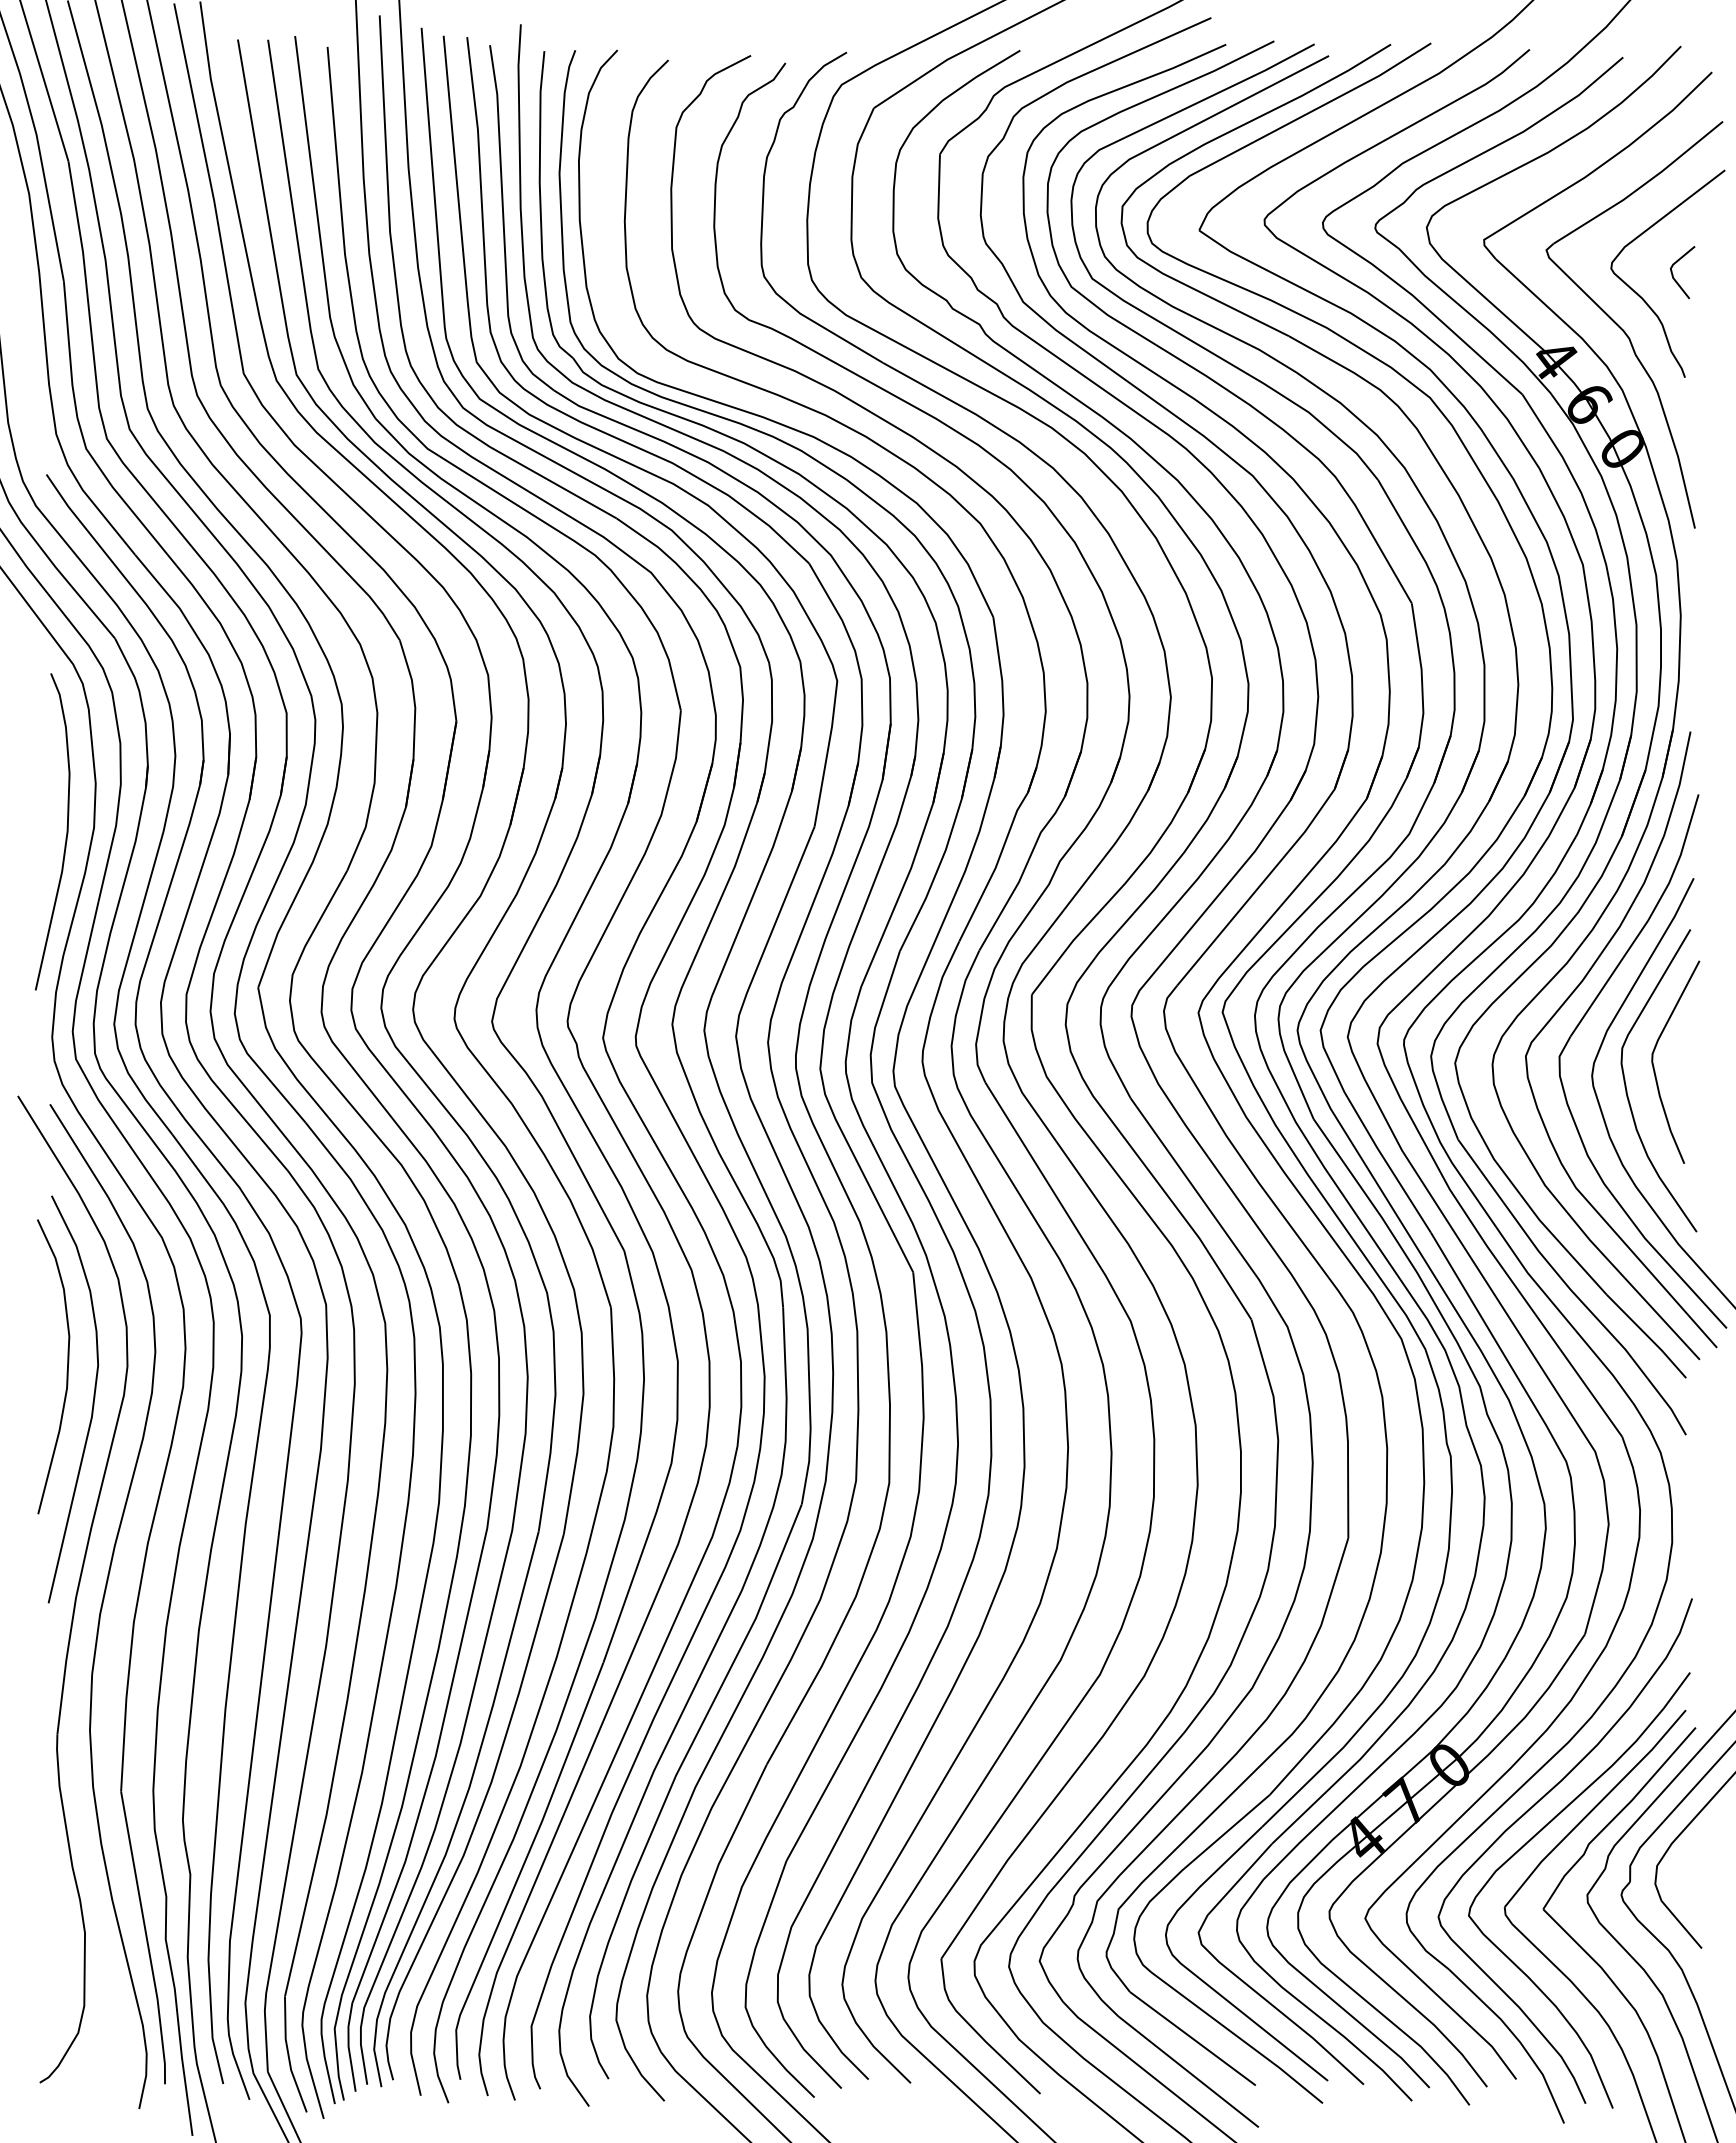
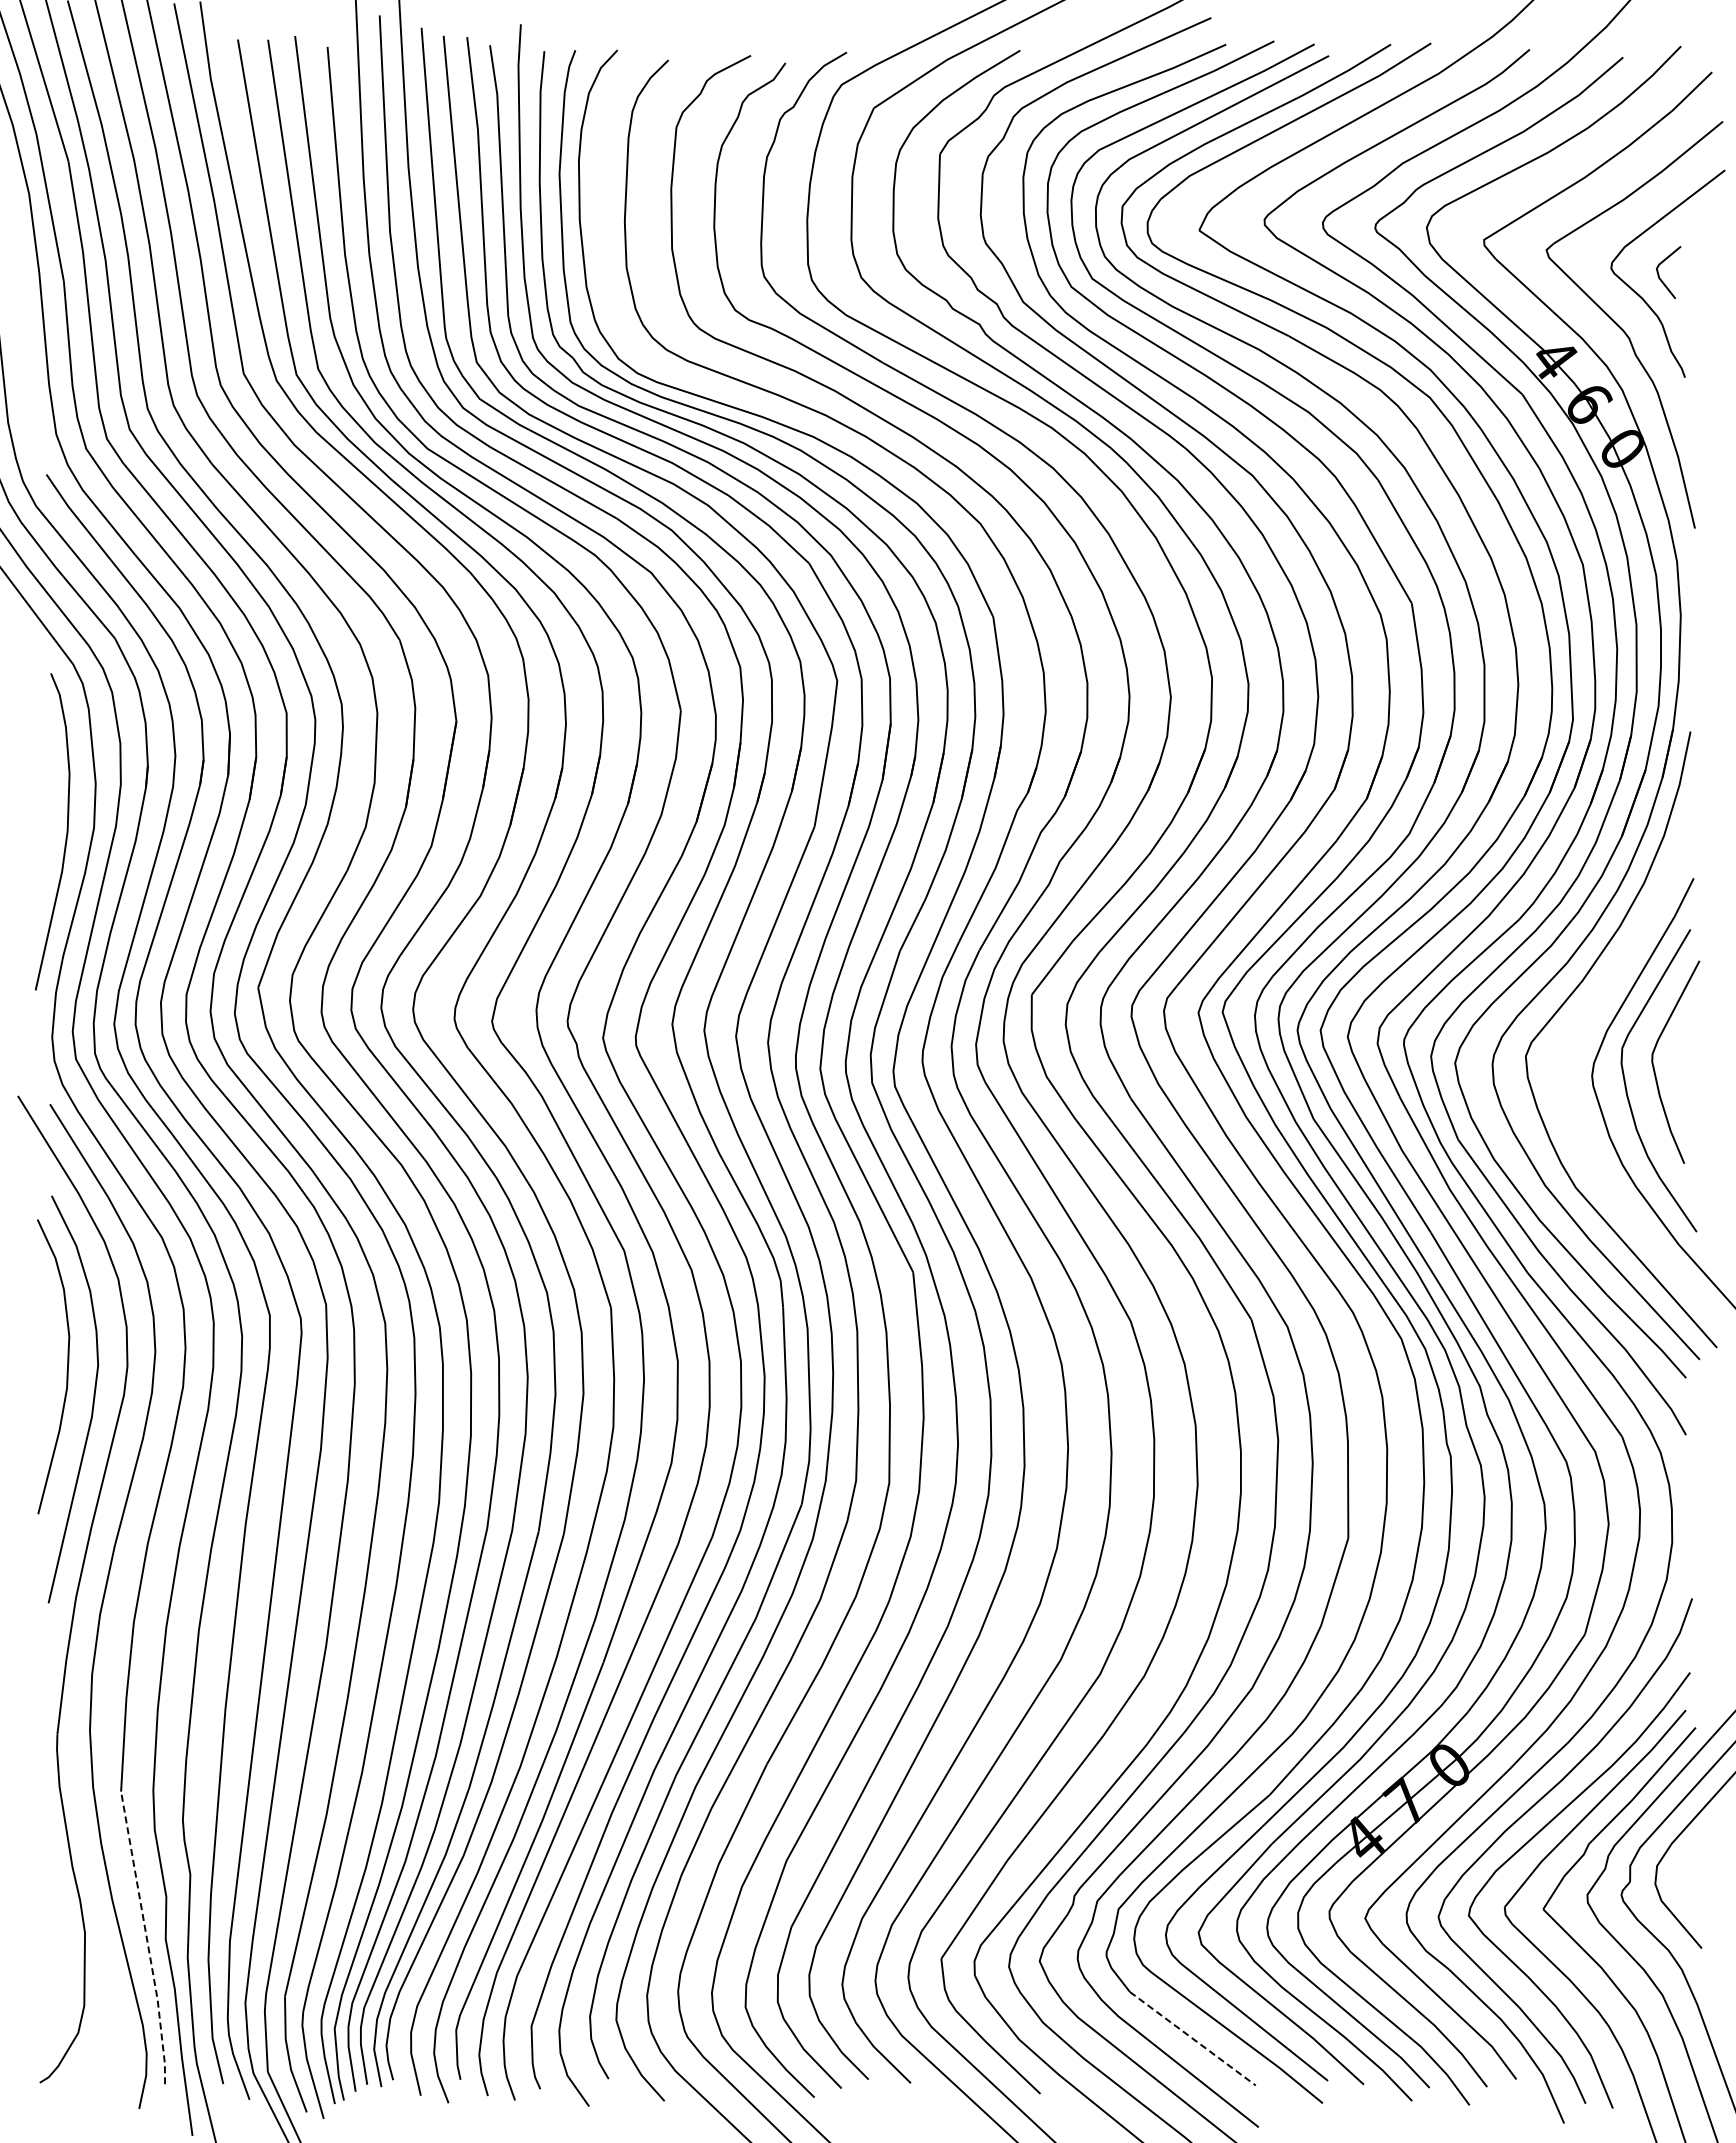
line at (1673, 274) position: (1673, 274) -> (1659, 274)
part at (1581, 1022): present -> none
line at (146, 1938): solid -> dashed
line at (1193, 2039): solid -> dashed
